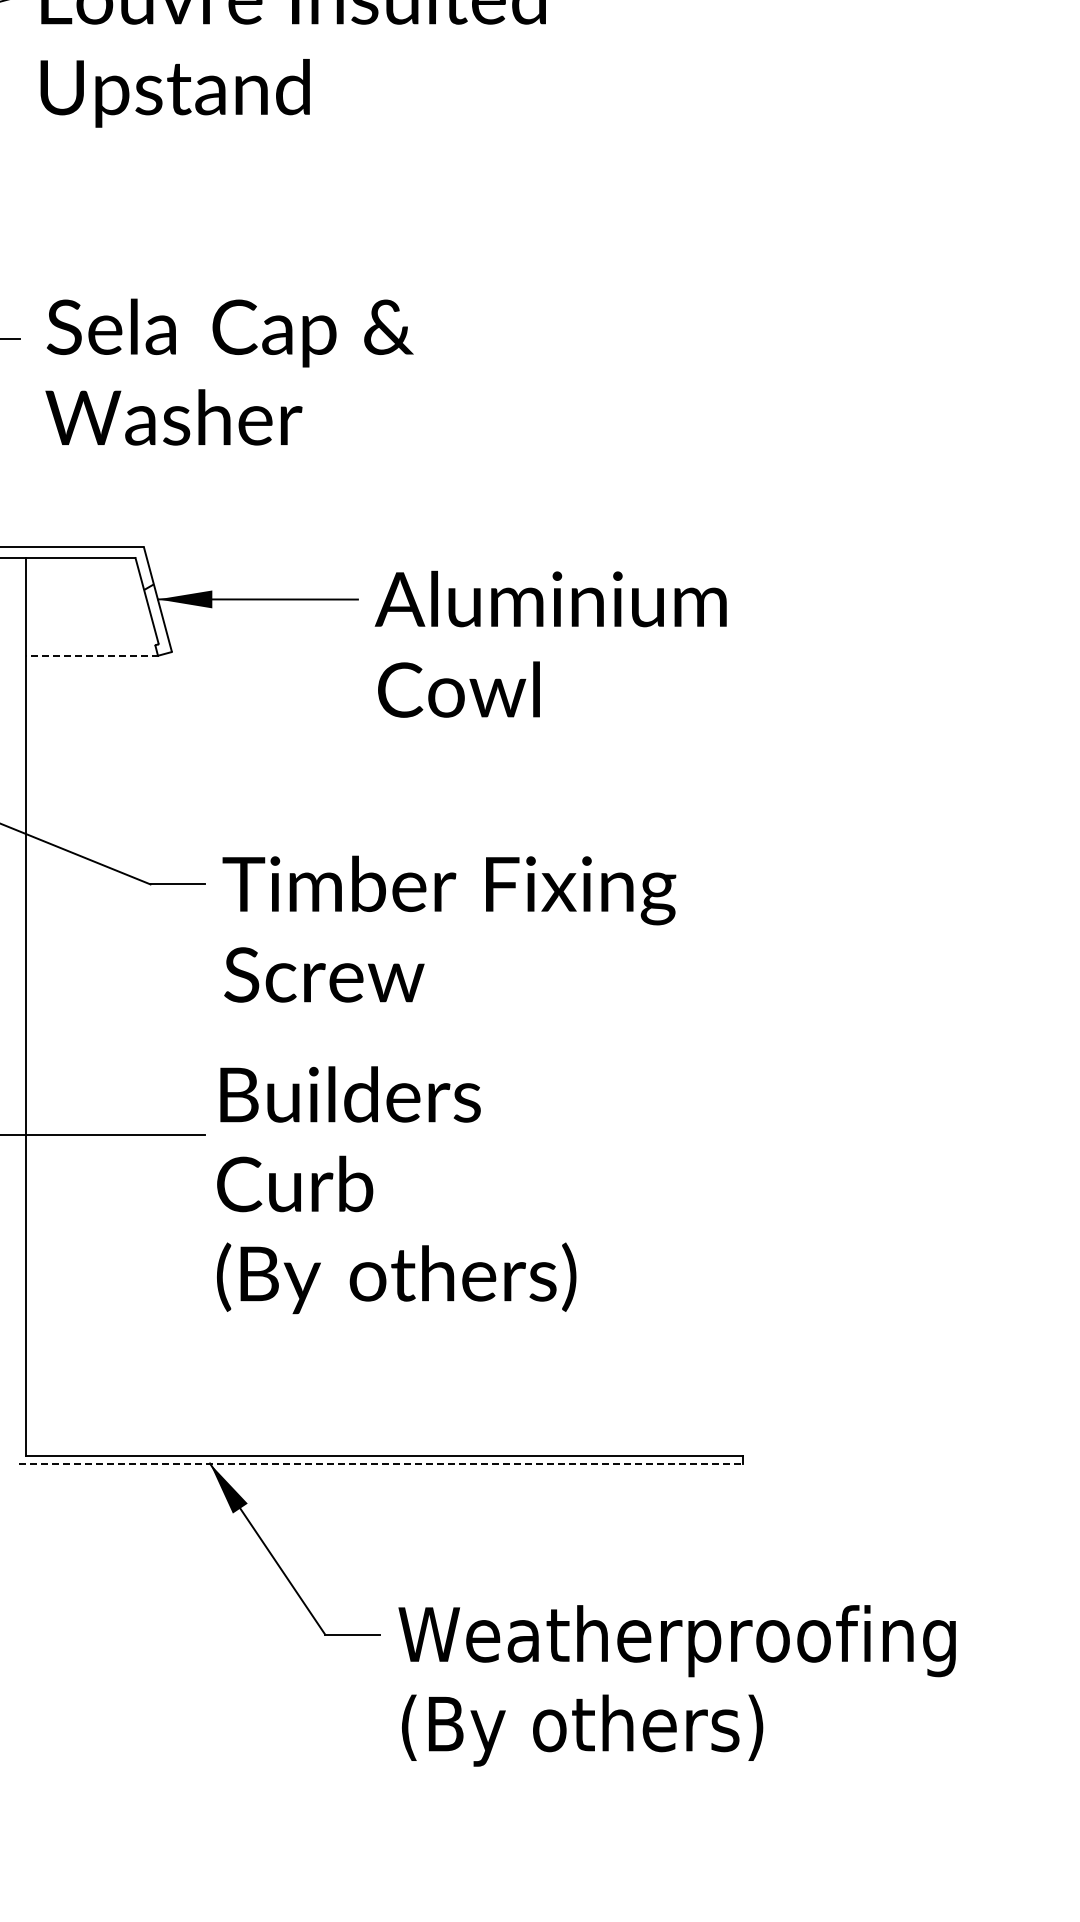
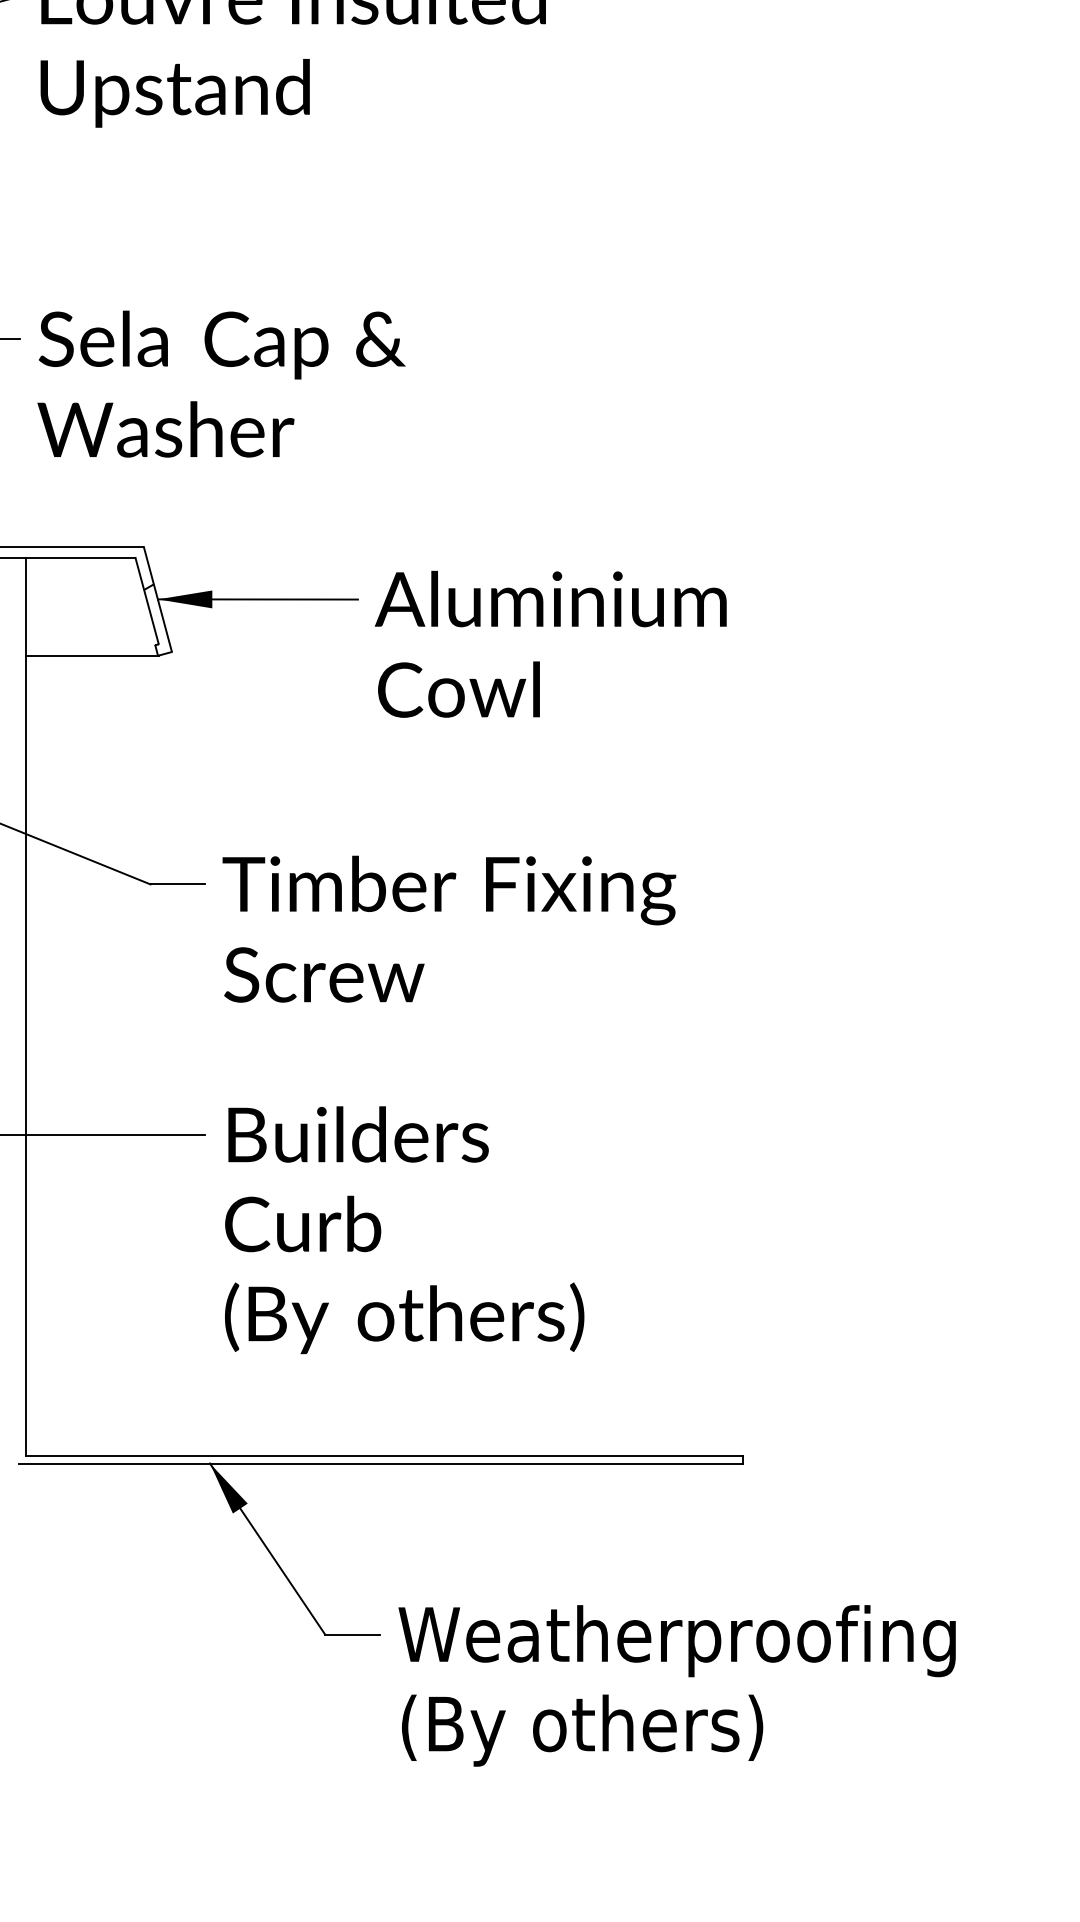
text at (229, 371) position: (229, 371) -> (221, 383)
line at (91, 655): dashed -> solid
text at (396, 1190) position: (396, 1190) -> (404, 1230)
line at (380, 1463): dashed -> solid
